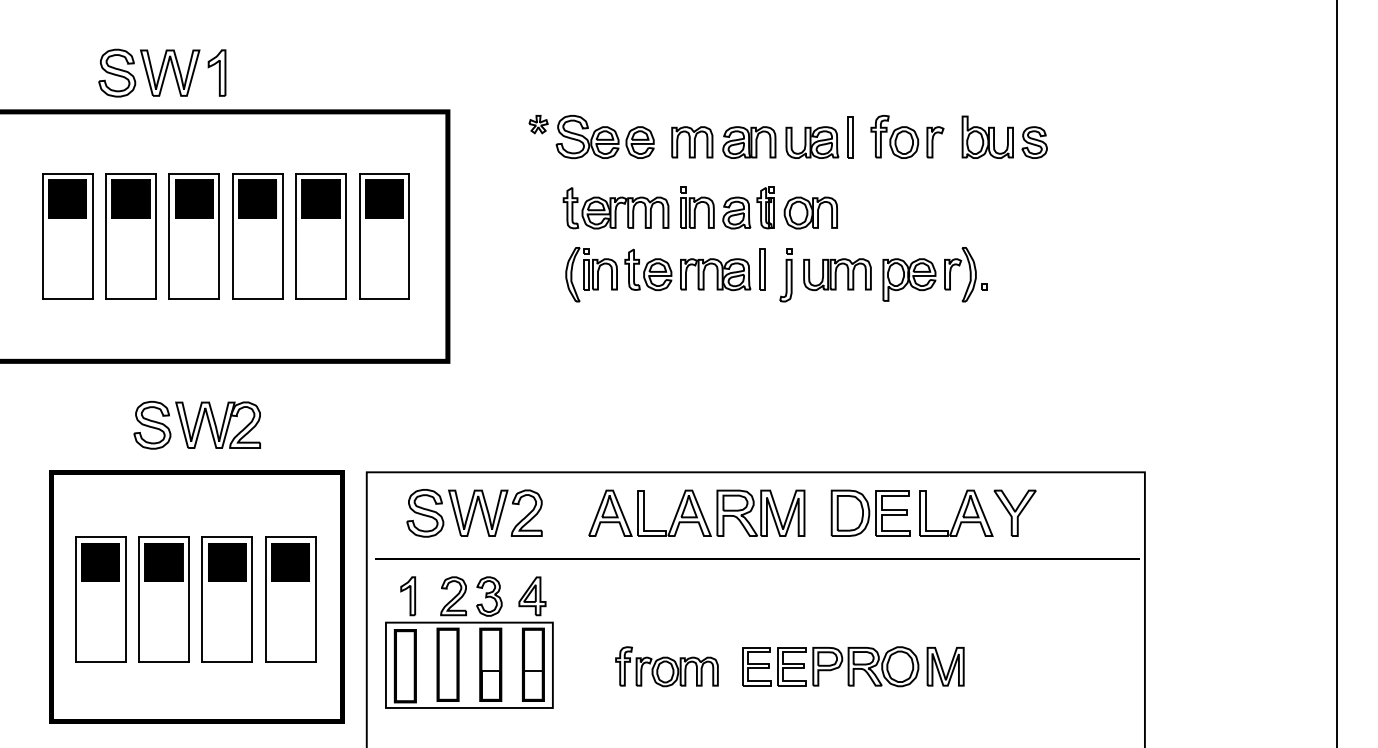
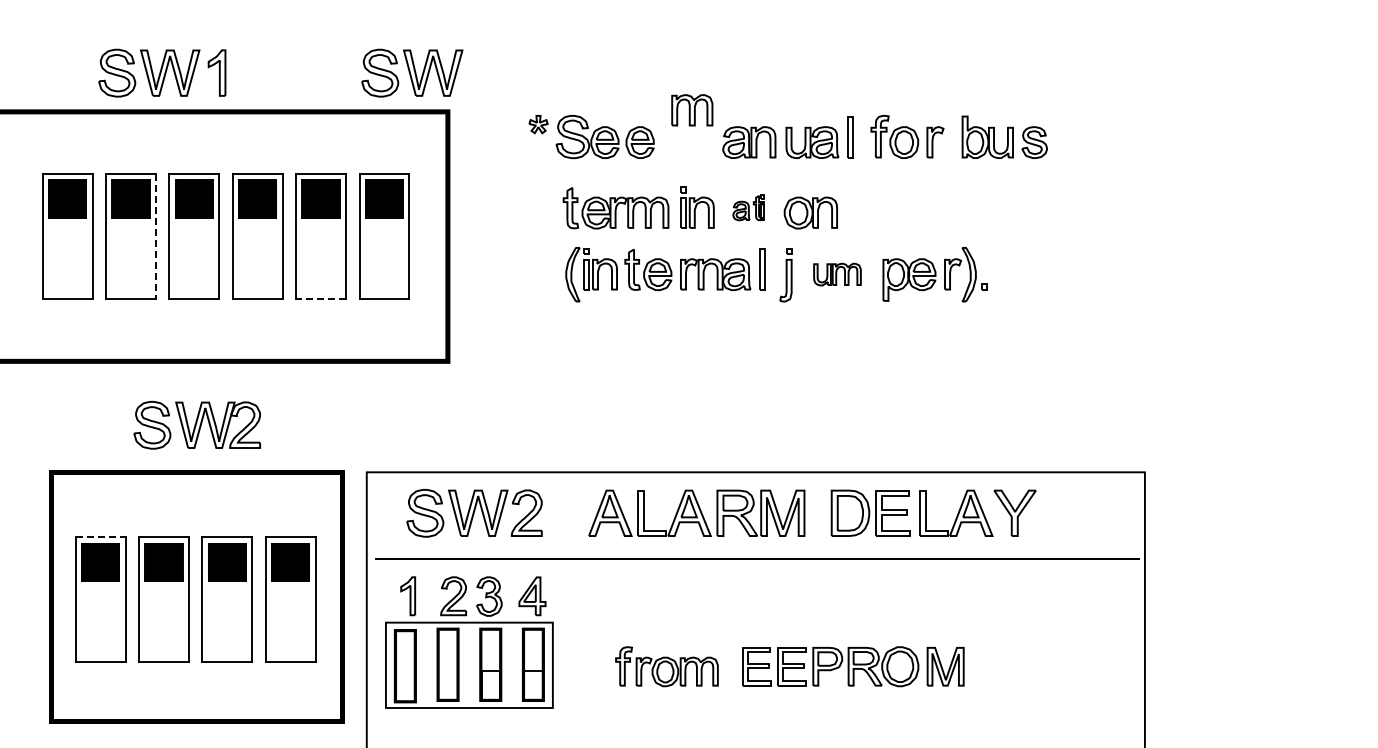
part at (412, 72): none -> present
part at (692, 142) position: (692, 142) -> (692, 110)
part at (748, 207) size: 53x44 px -> 33x28 px
line at (155, 237): solid -> dashed
part at (837, 274) size: 69x33 px -> 49x25 px
line at (321, 298): solid -> dashed
line at (1336, 373): present -> none
line at (100, 537): solid -> dashed
